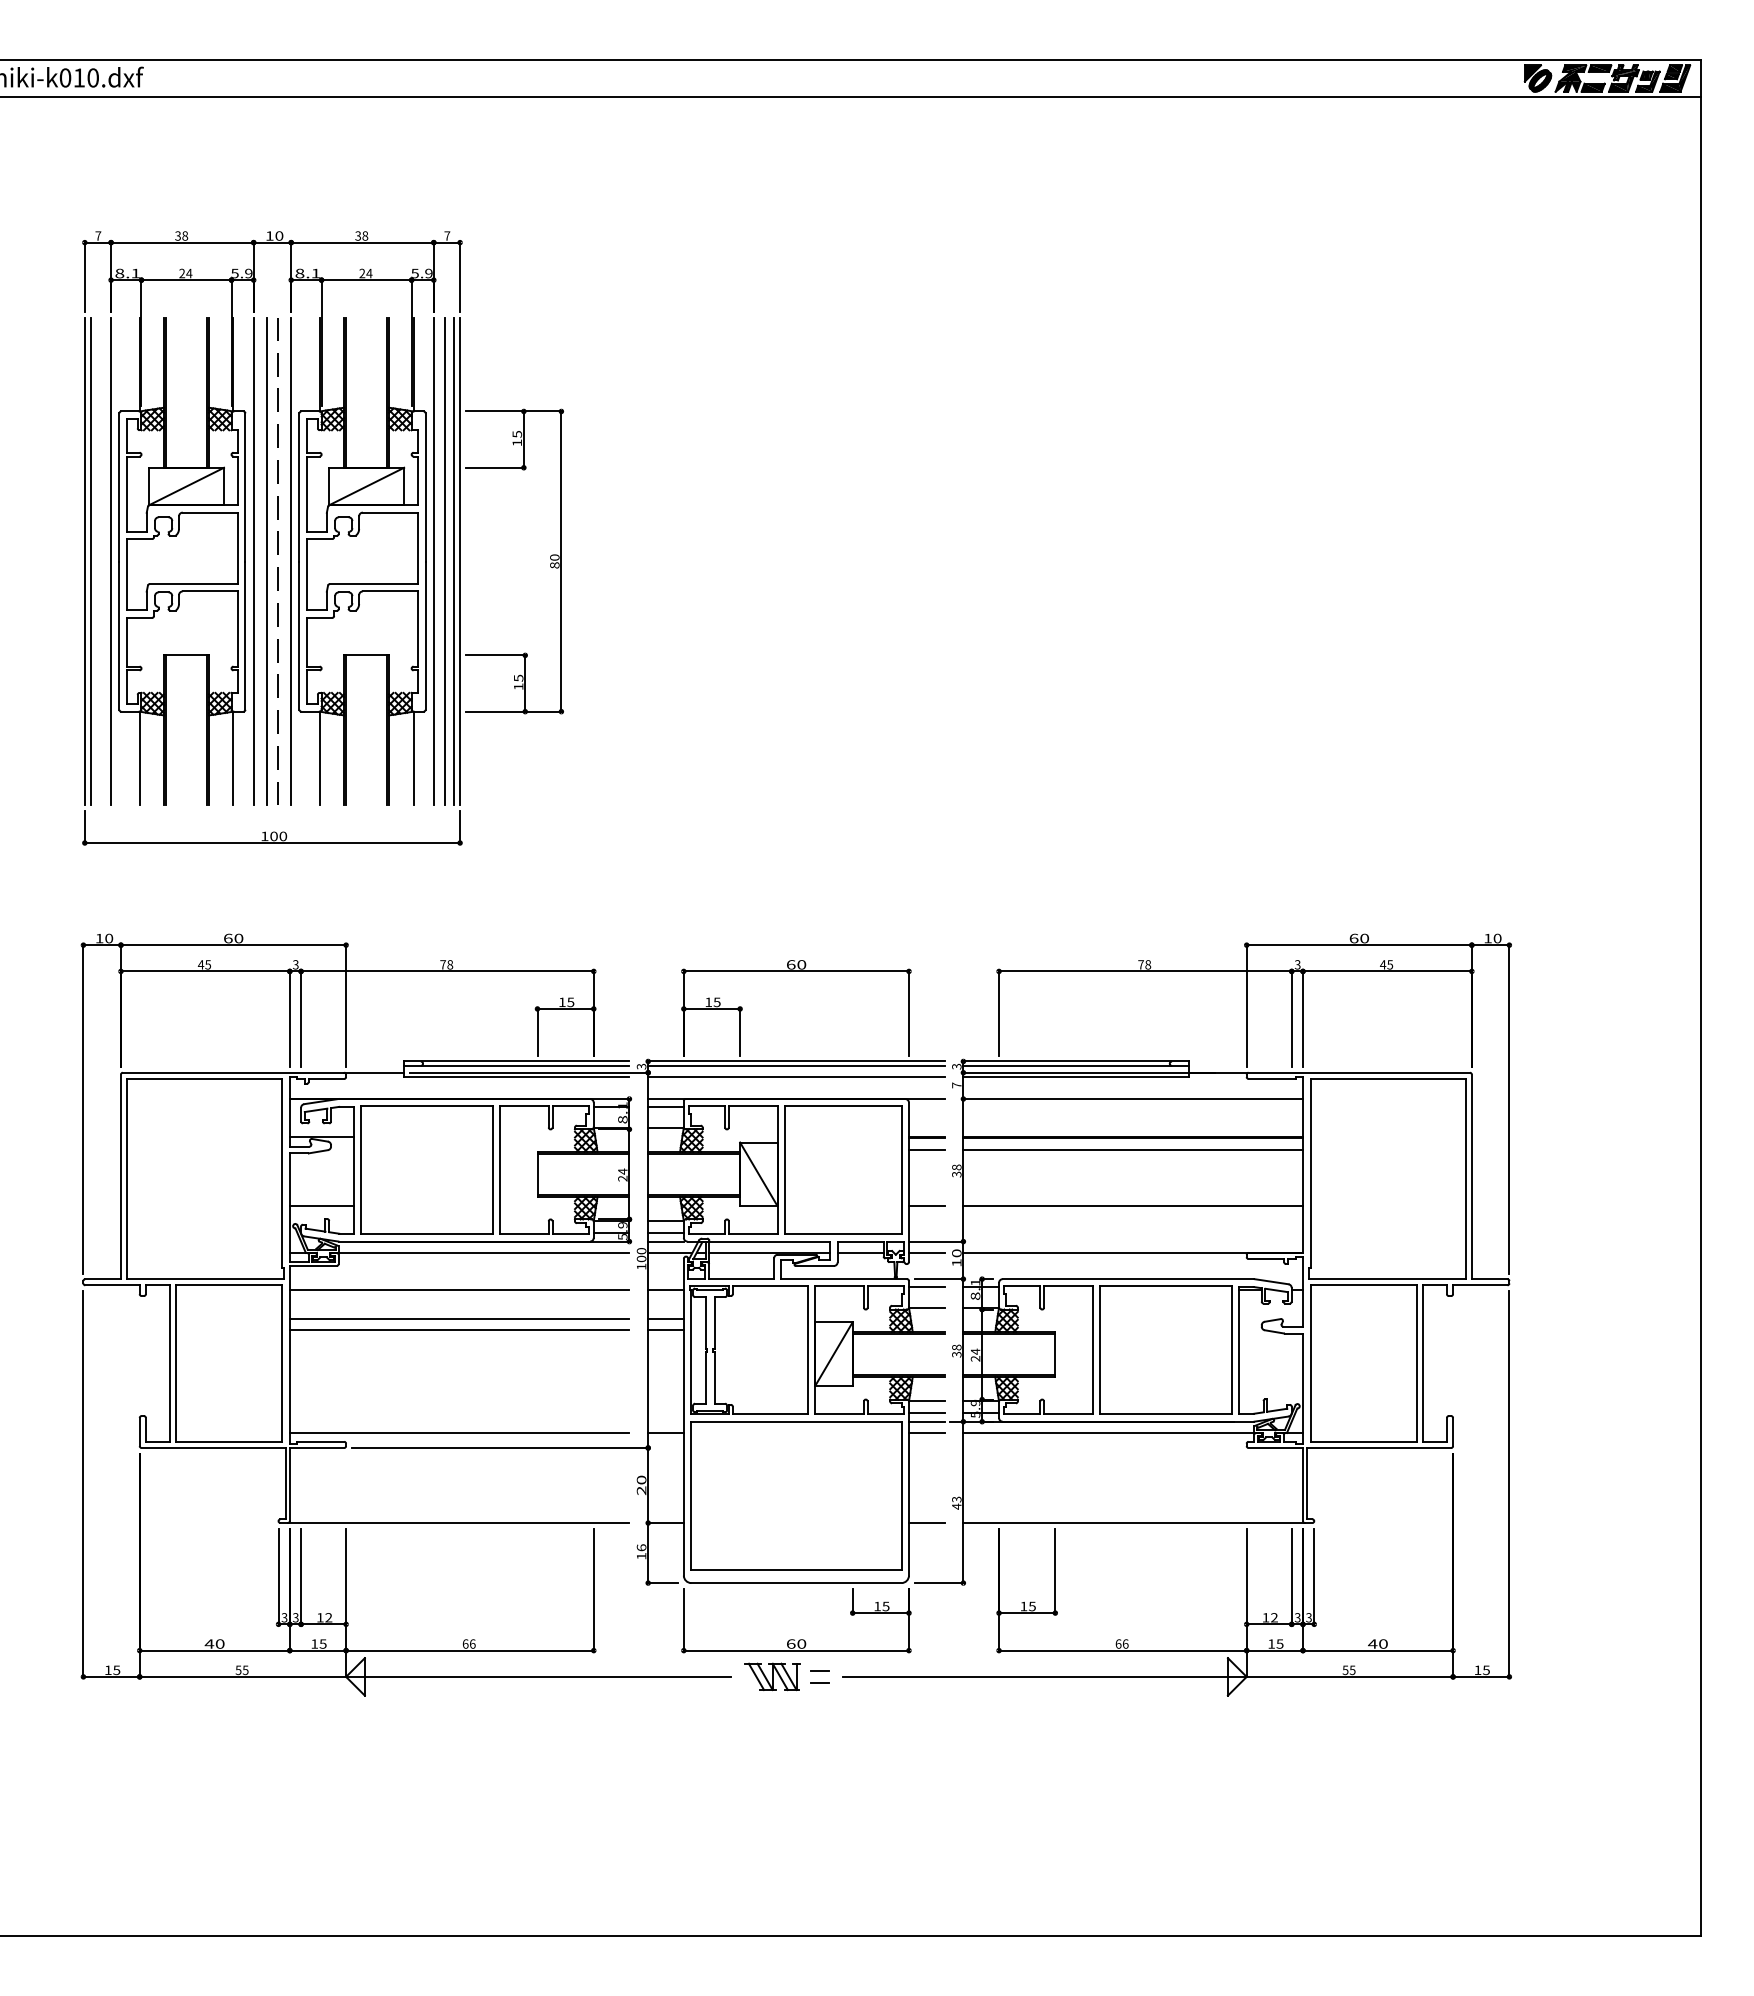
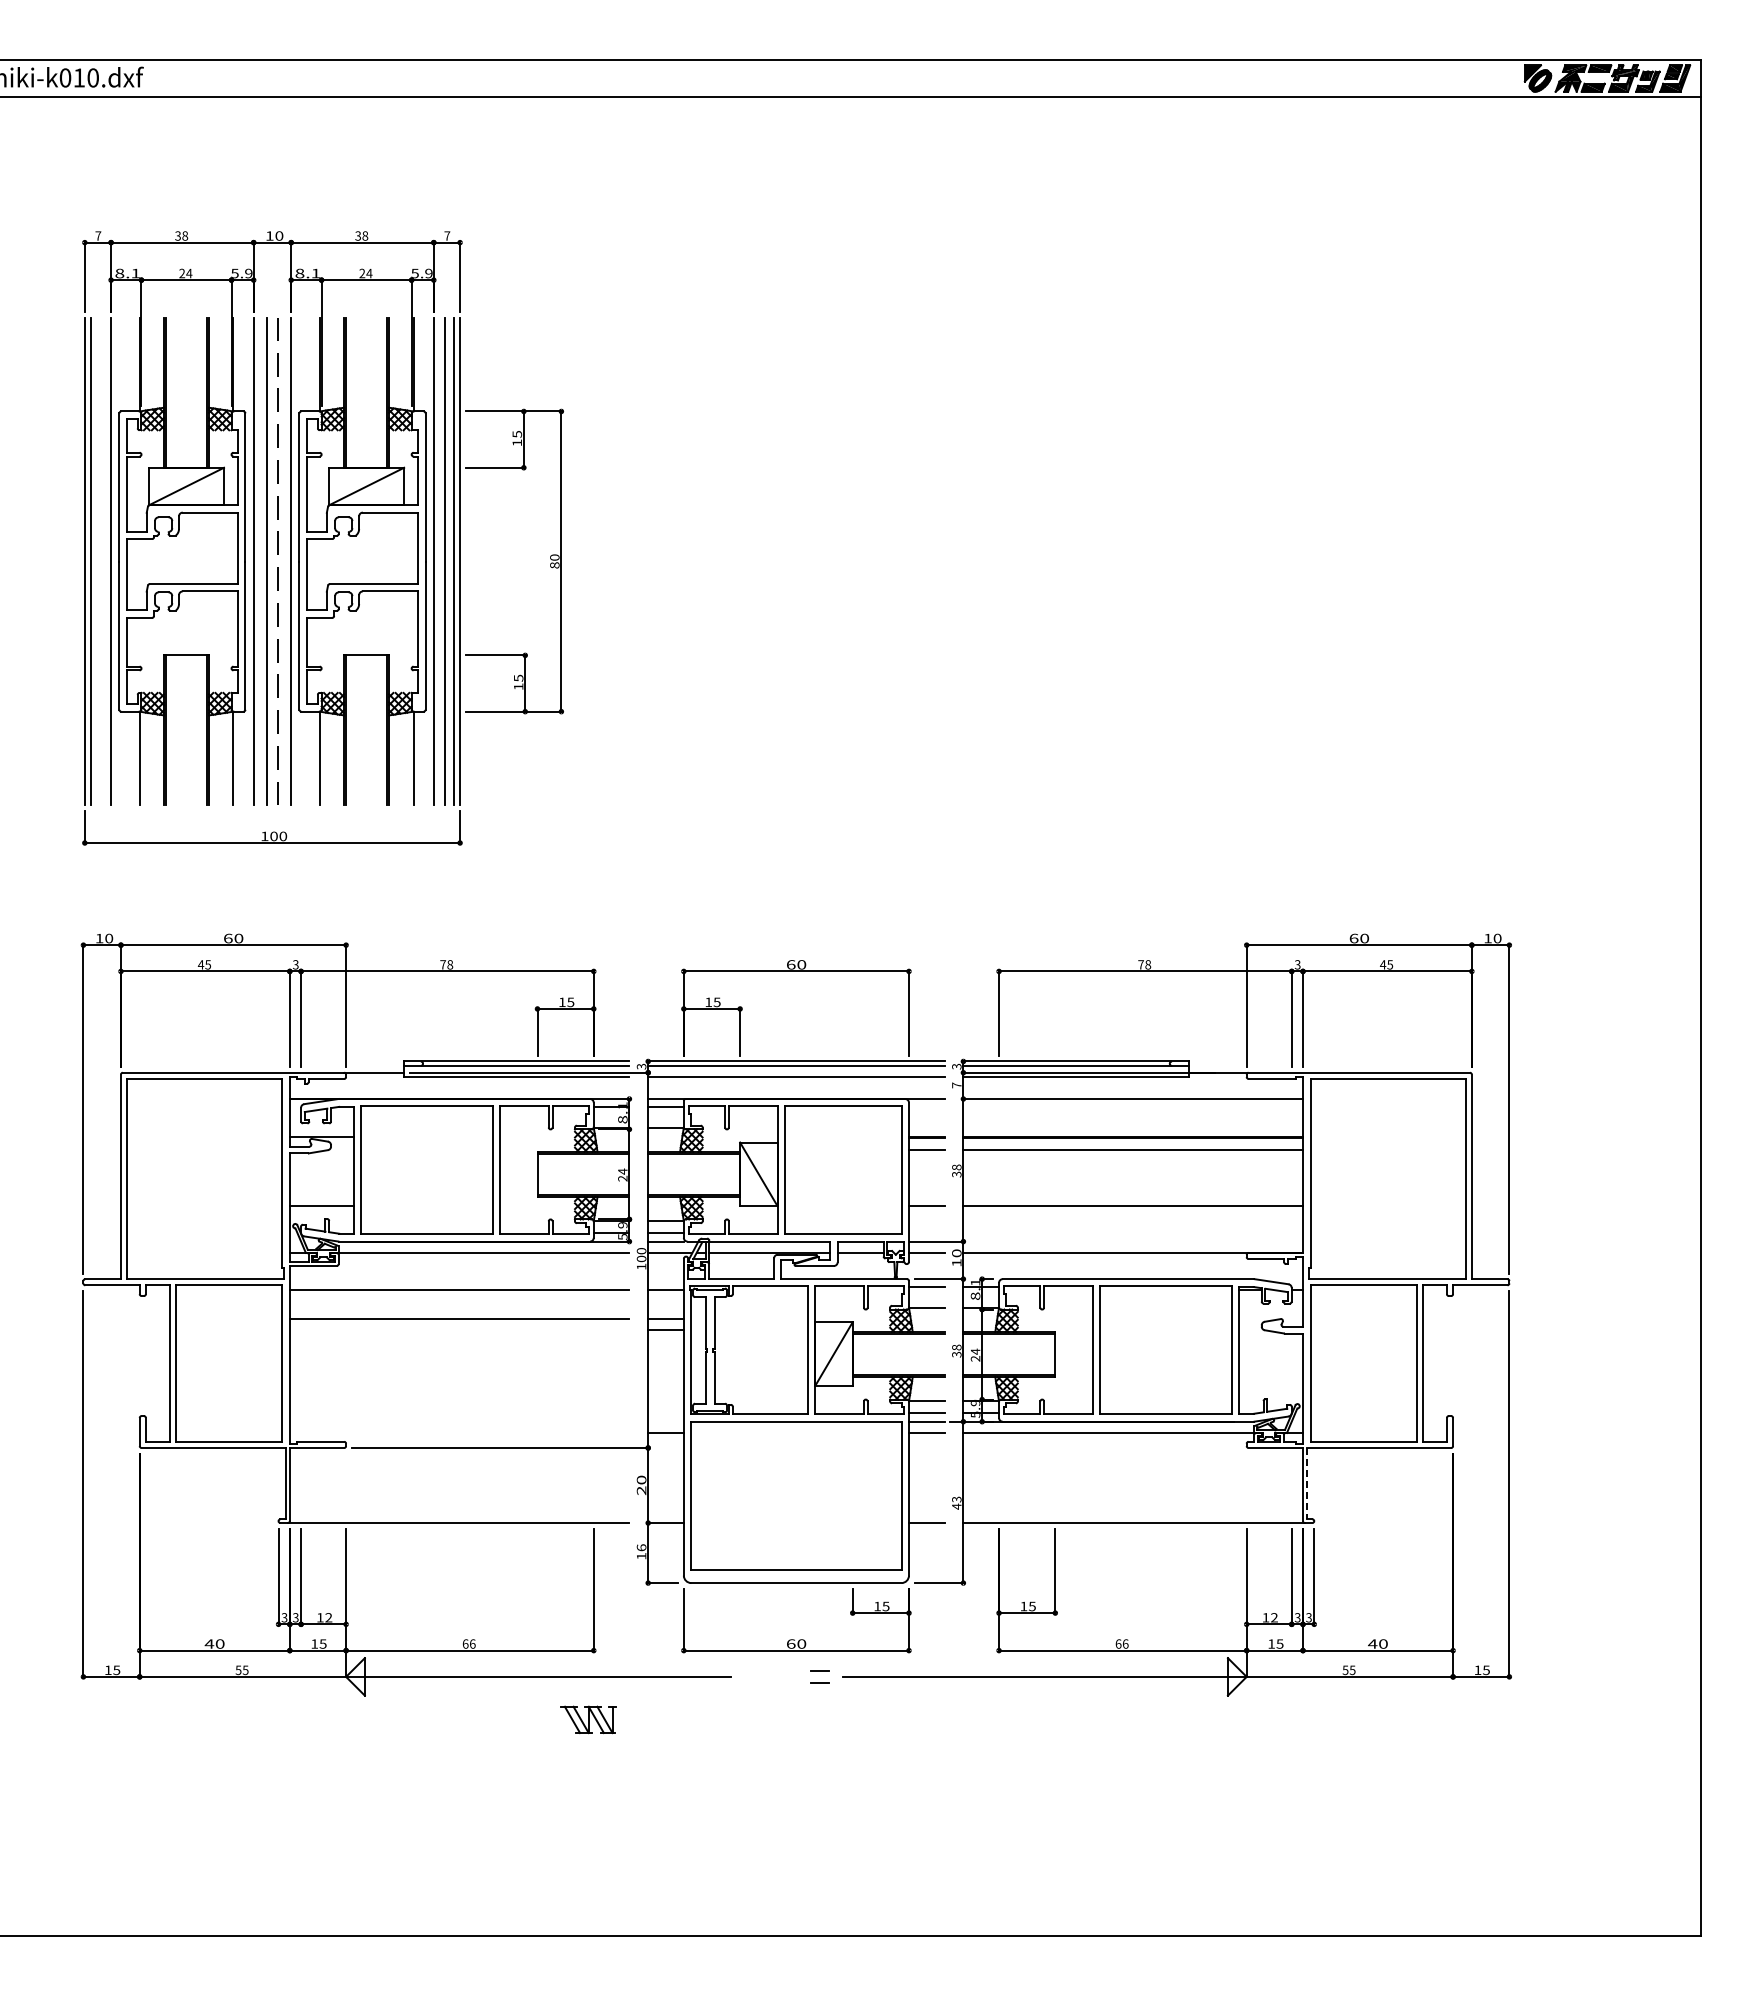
line at (459, 1329): present -> none
line at (459, 1432): present -> none
line at (1307, 1483): solid -> dashed
part at (772, 1676) position: (772, 1676) -> (588, 1719)
